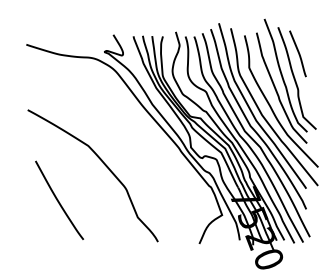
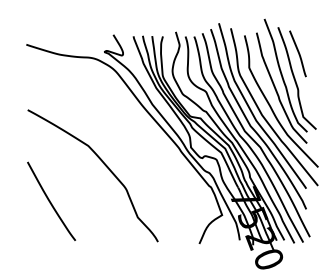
curve at (58, 199) position: (58, 199) -> (50, 200)
